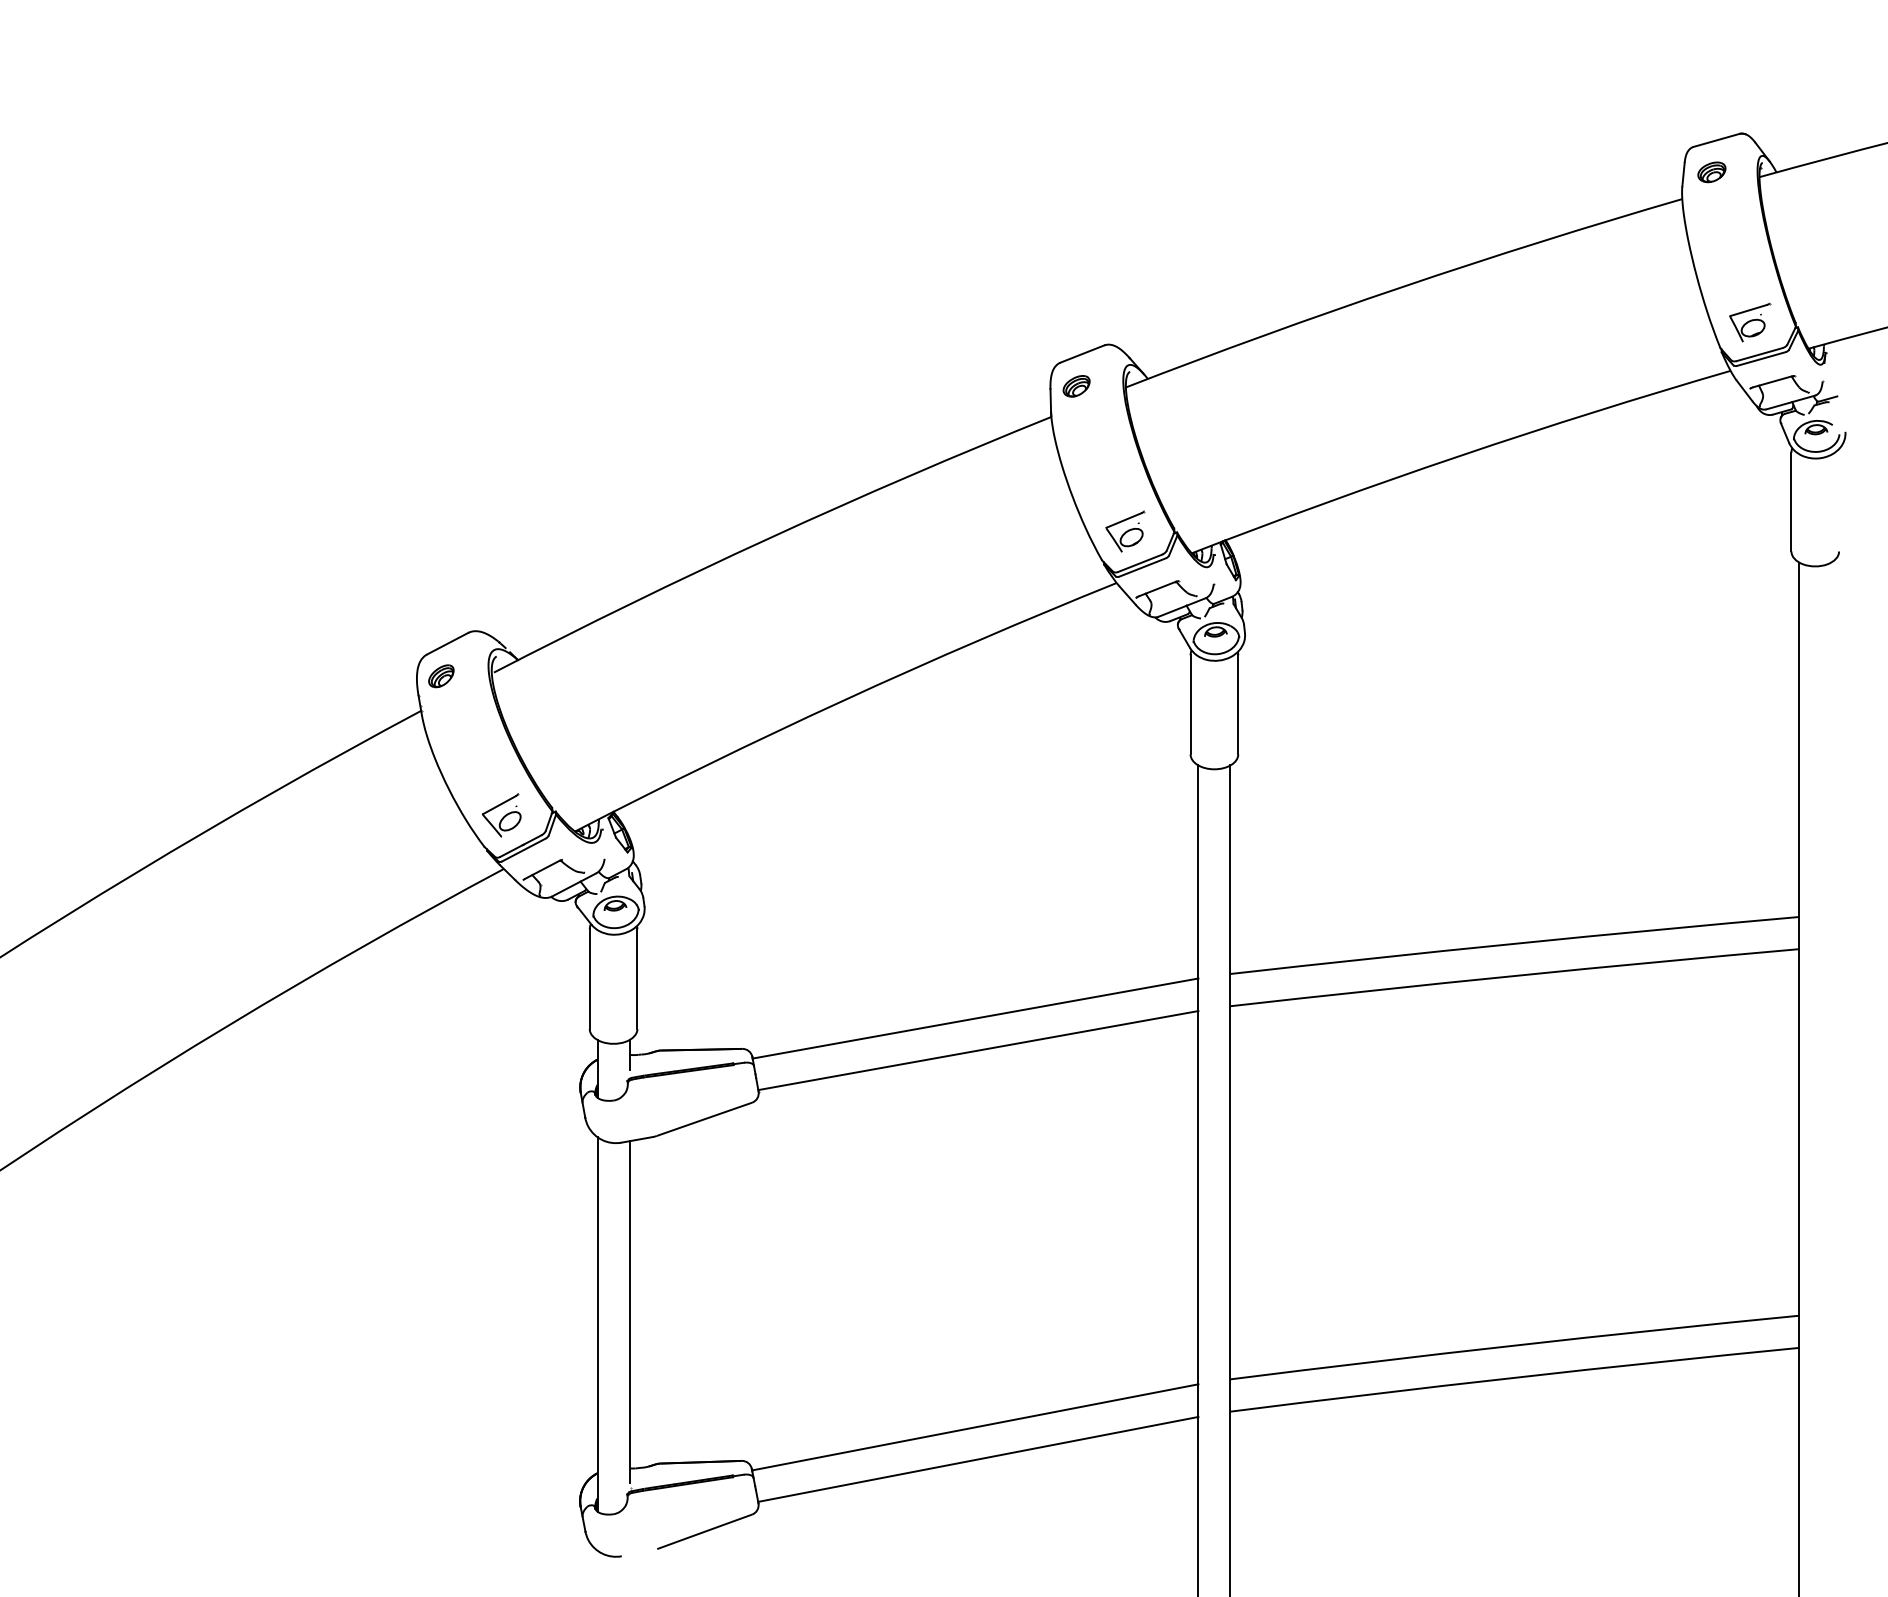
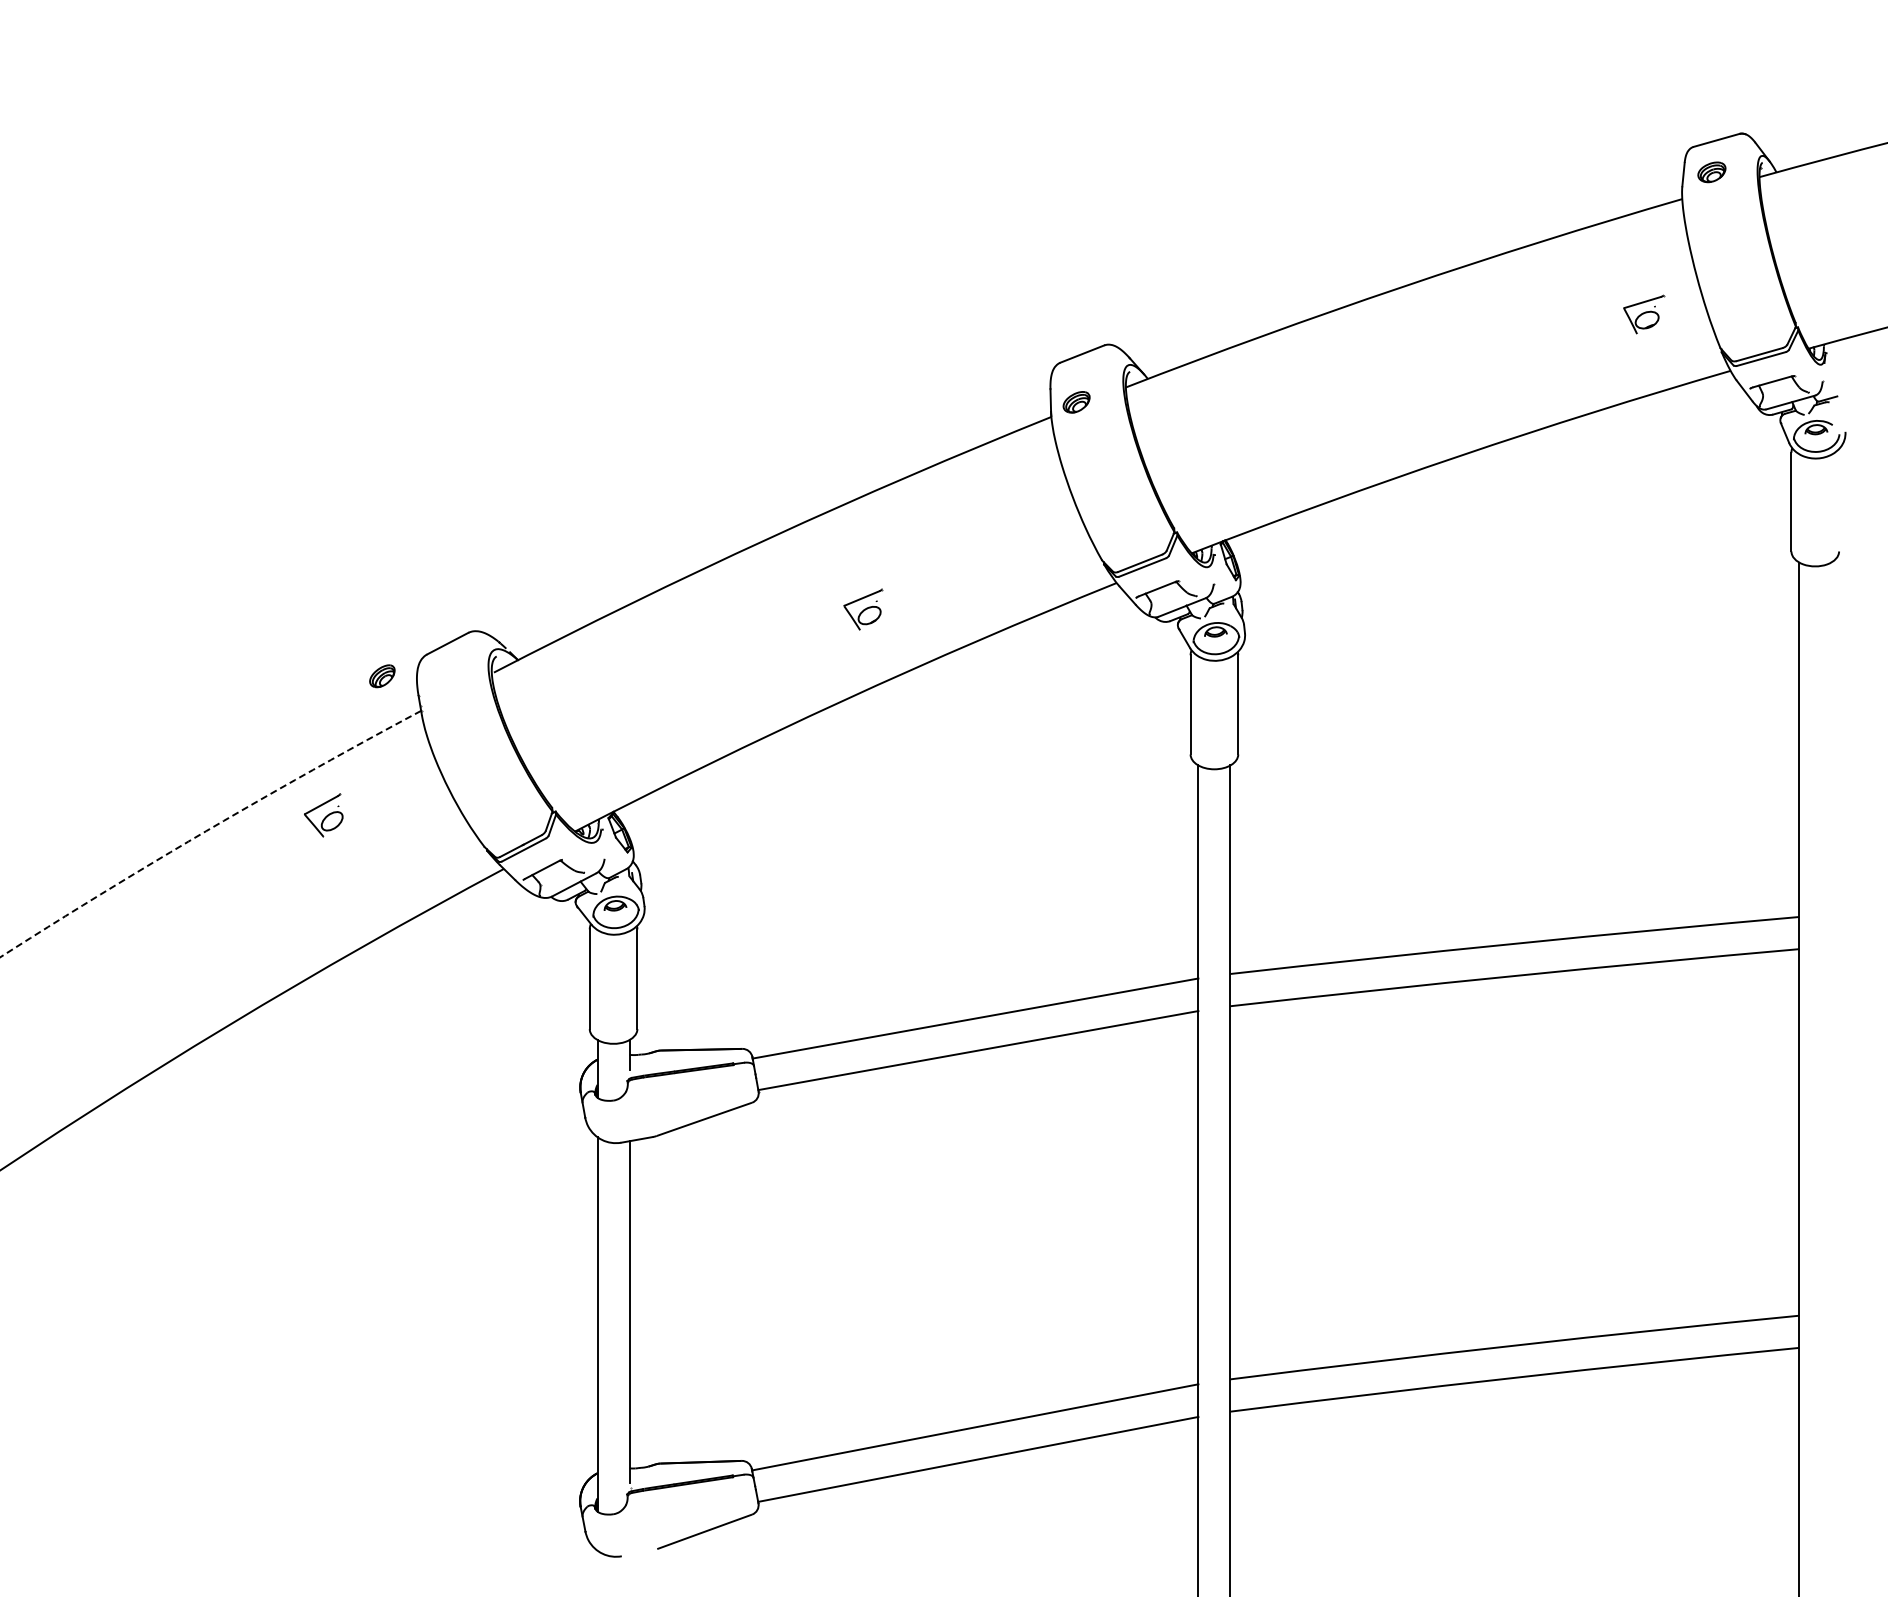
part at (1750, 322) position: (1750, 322) -> (1644, 314)
part at (1076, 386) position: (1076, 386) -> (1076, 402)
part at (1125, 531) position: (1125, 531) -> (863, 609)
part at (441, 676) position: (441, 676) -> (382, 676)
part at (501, 815) position: (501, 815) -> (323, 815)
line at (207, 830): solid -> dashed
